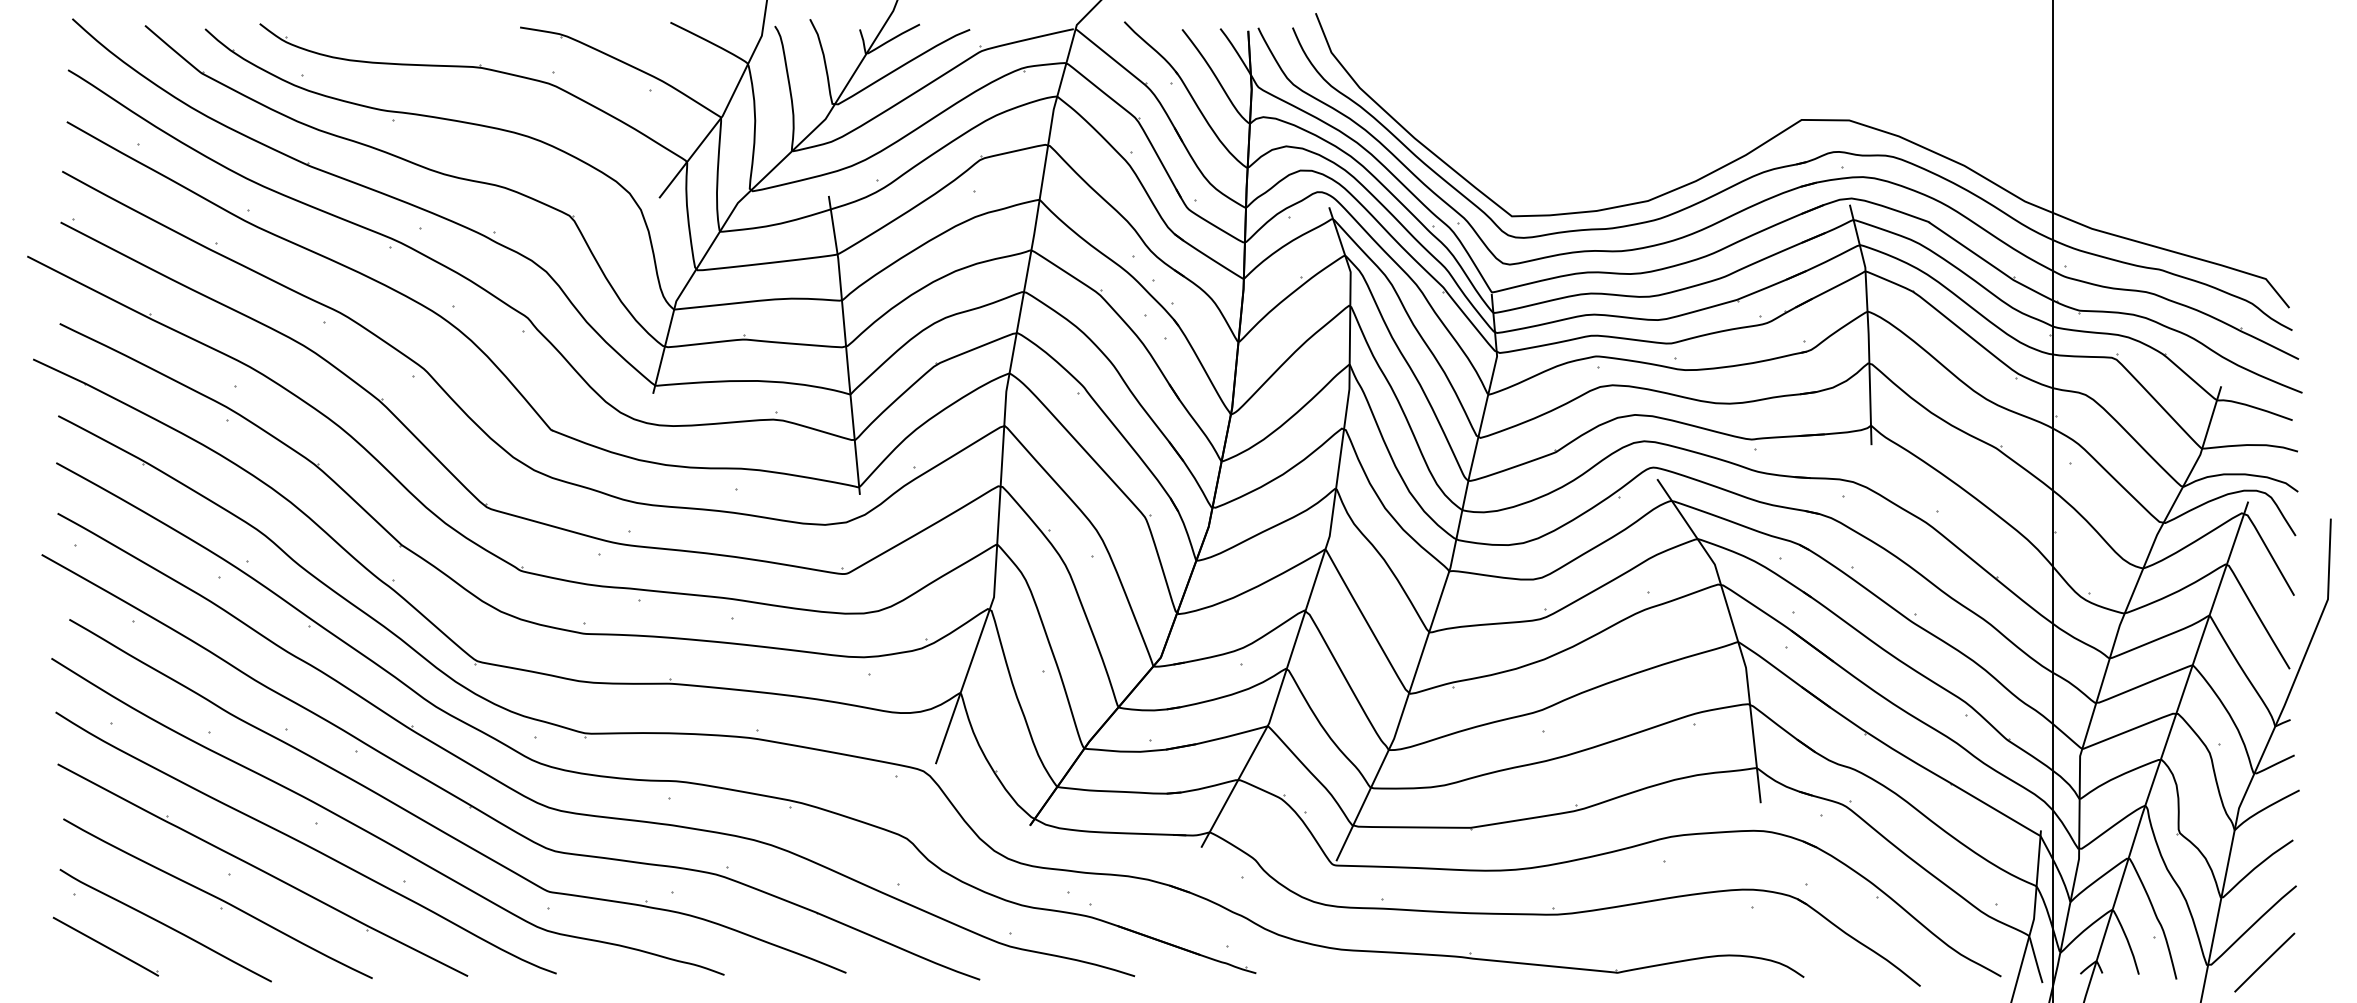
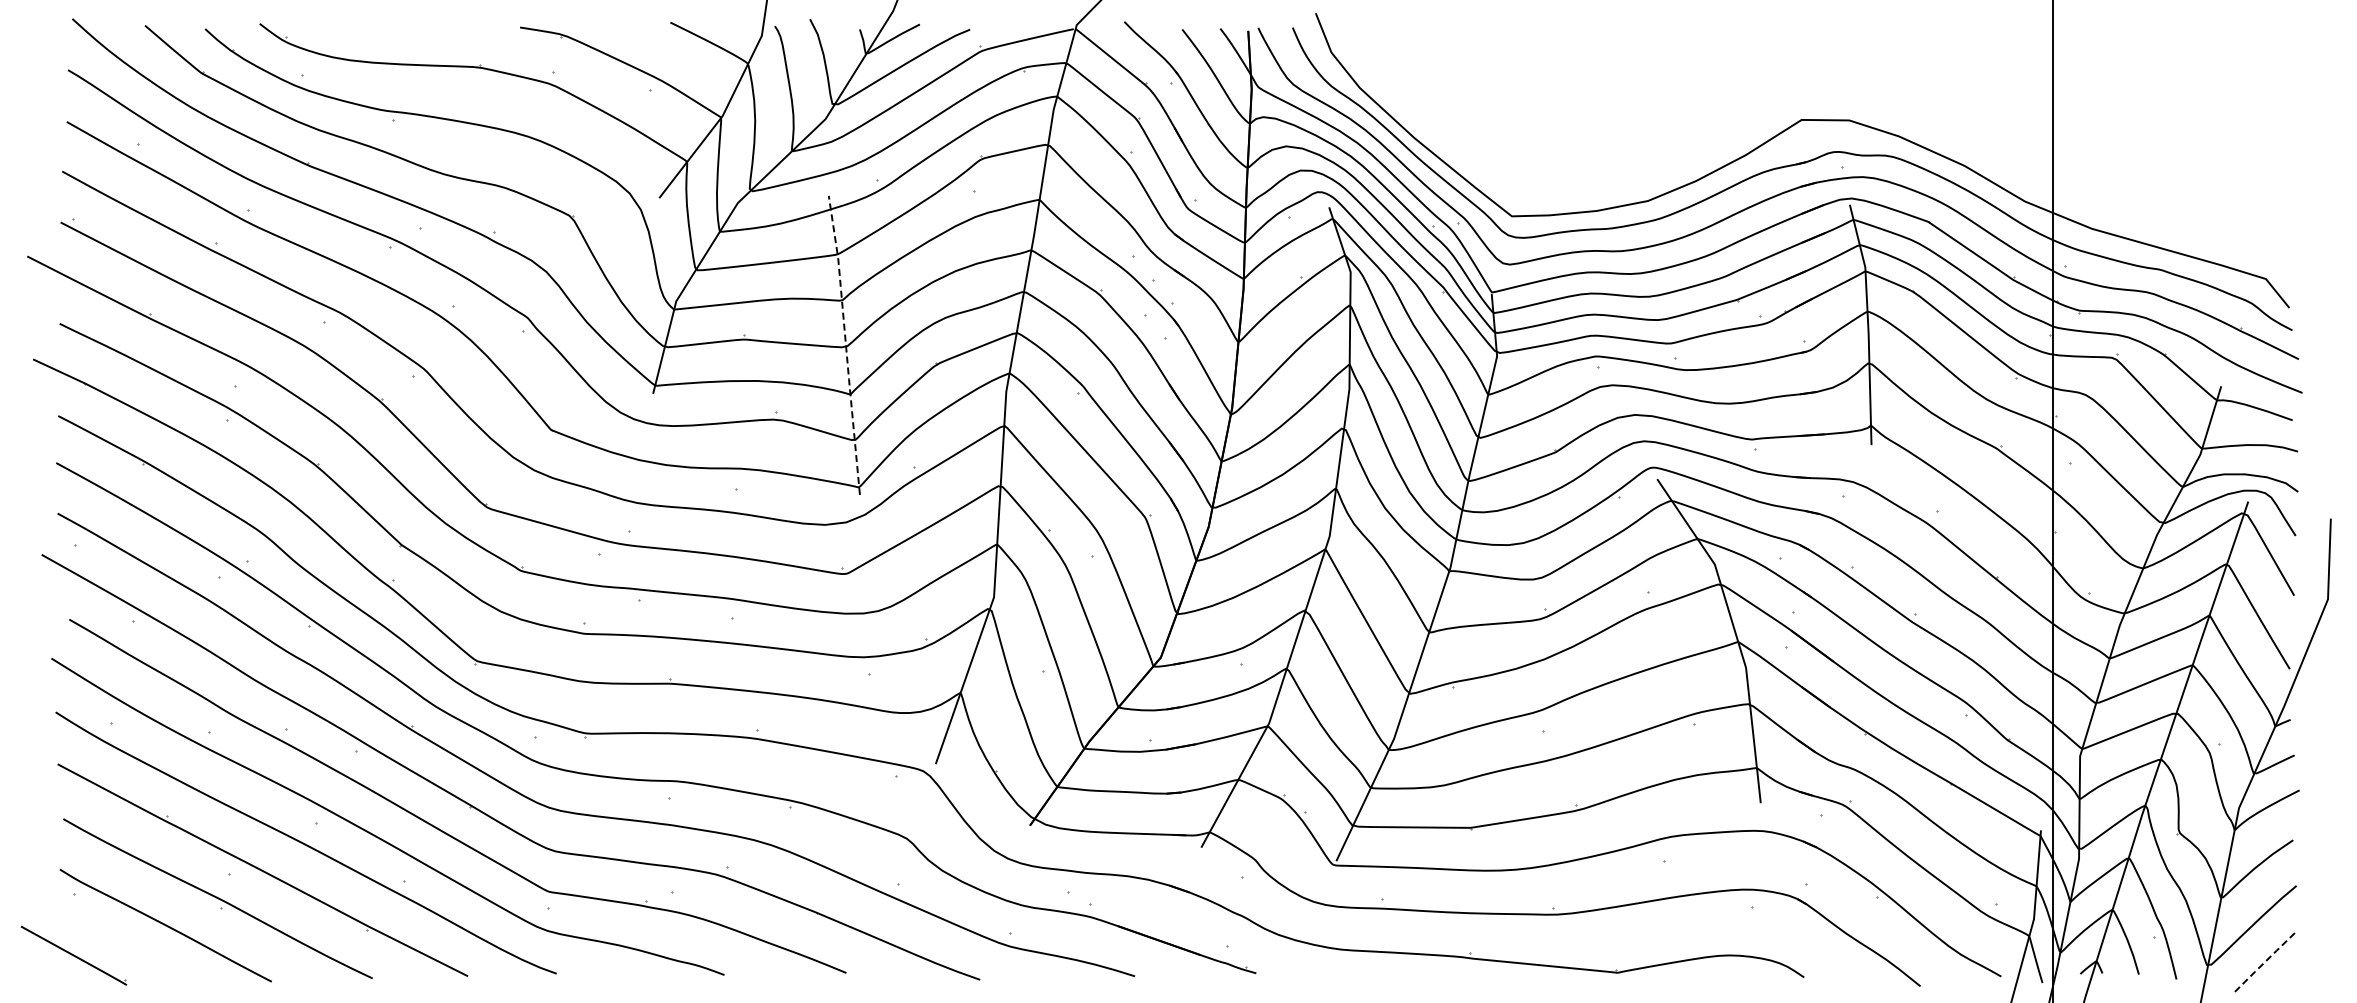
line at (845, 345): solid -> dashed
part at (105, 946) position: (105, 946) -> (73, 955)
line at (2264, 962): solid -> dashed
